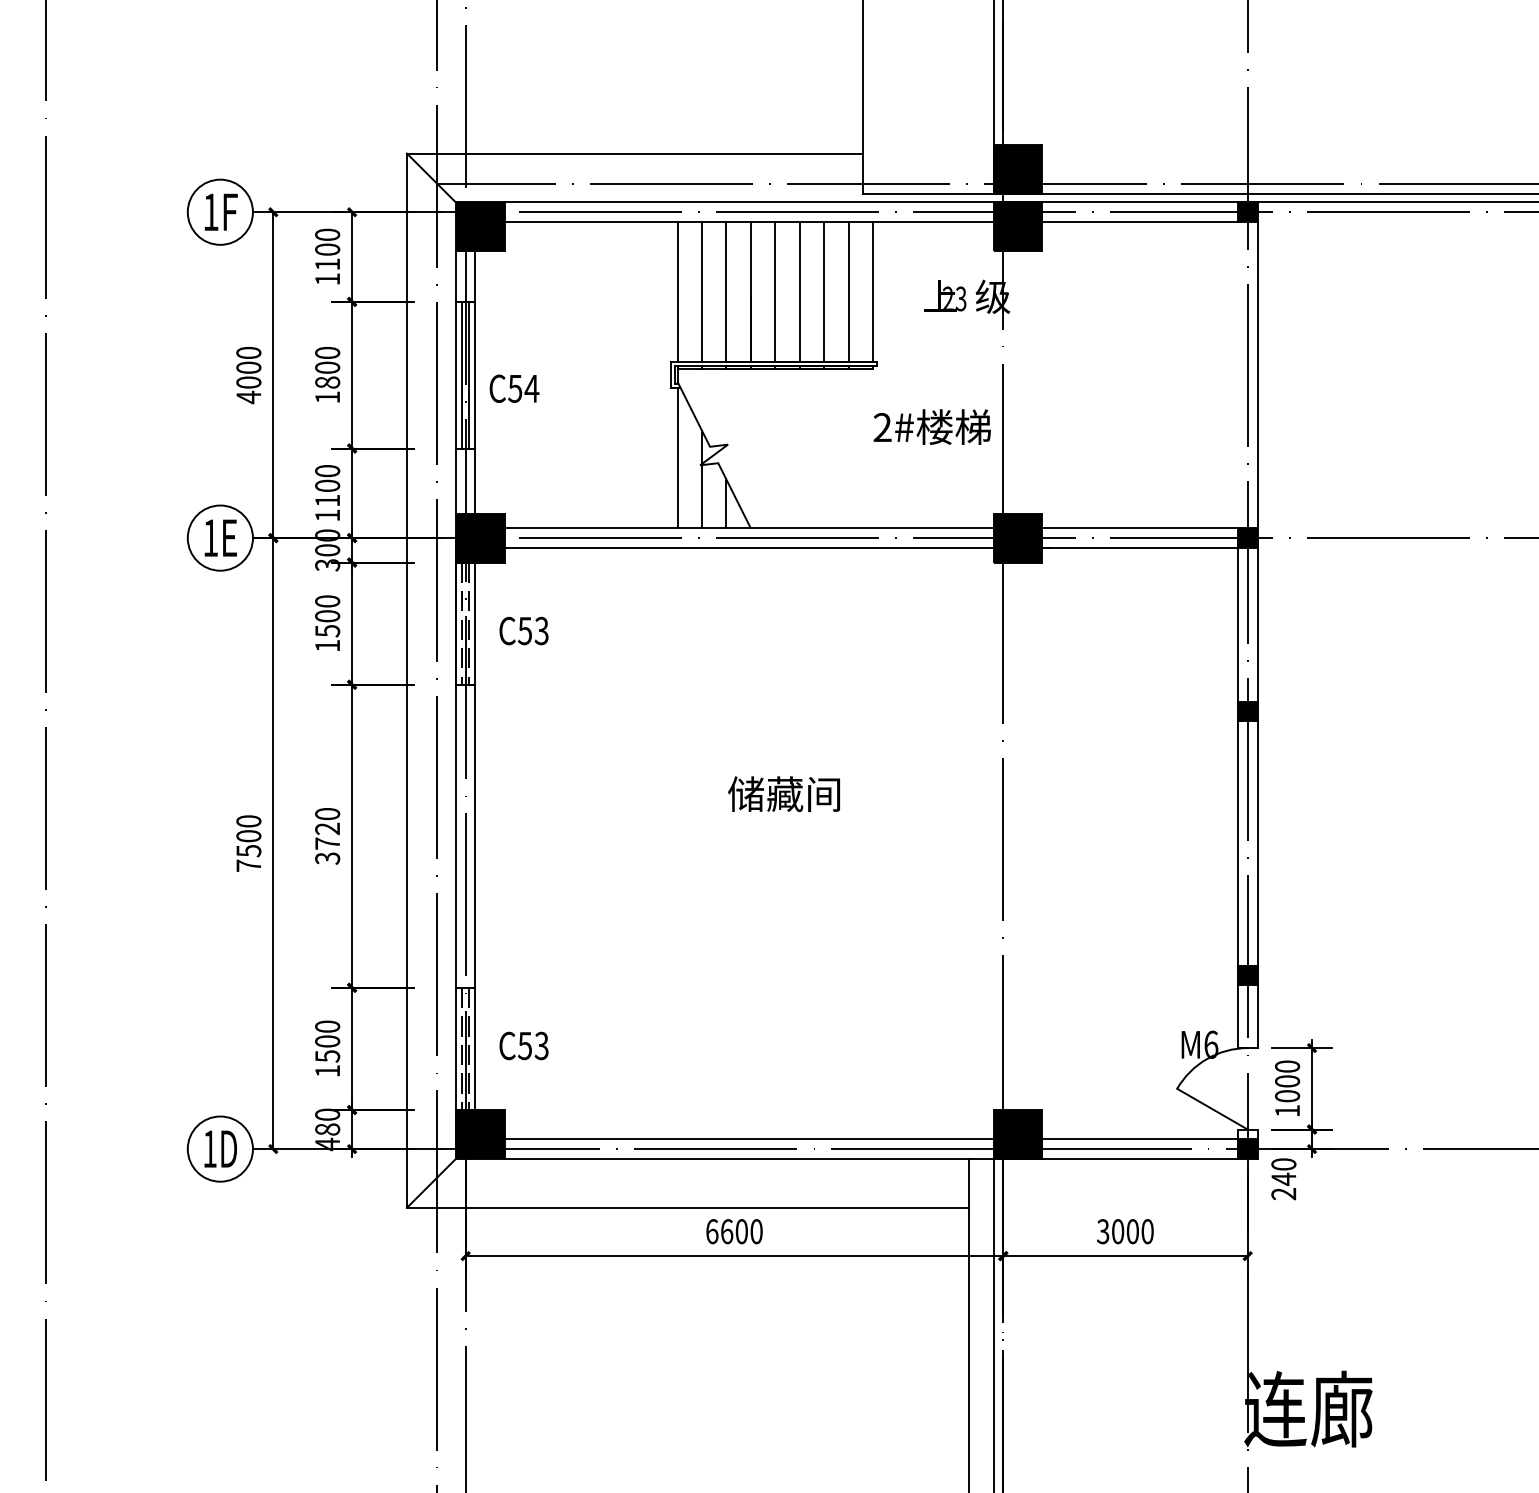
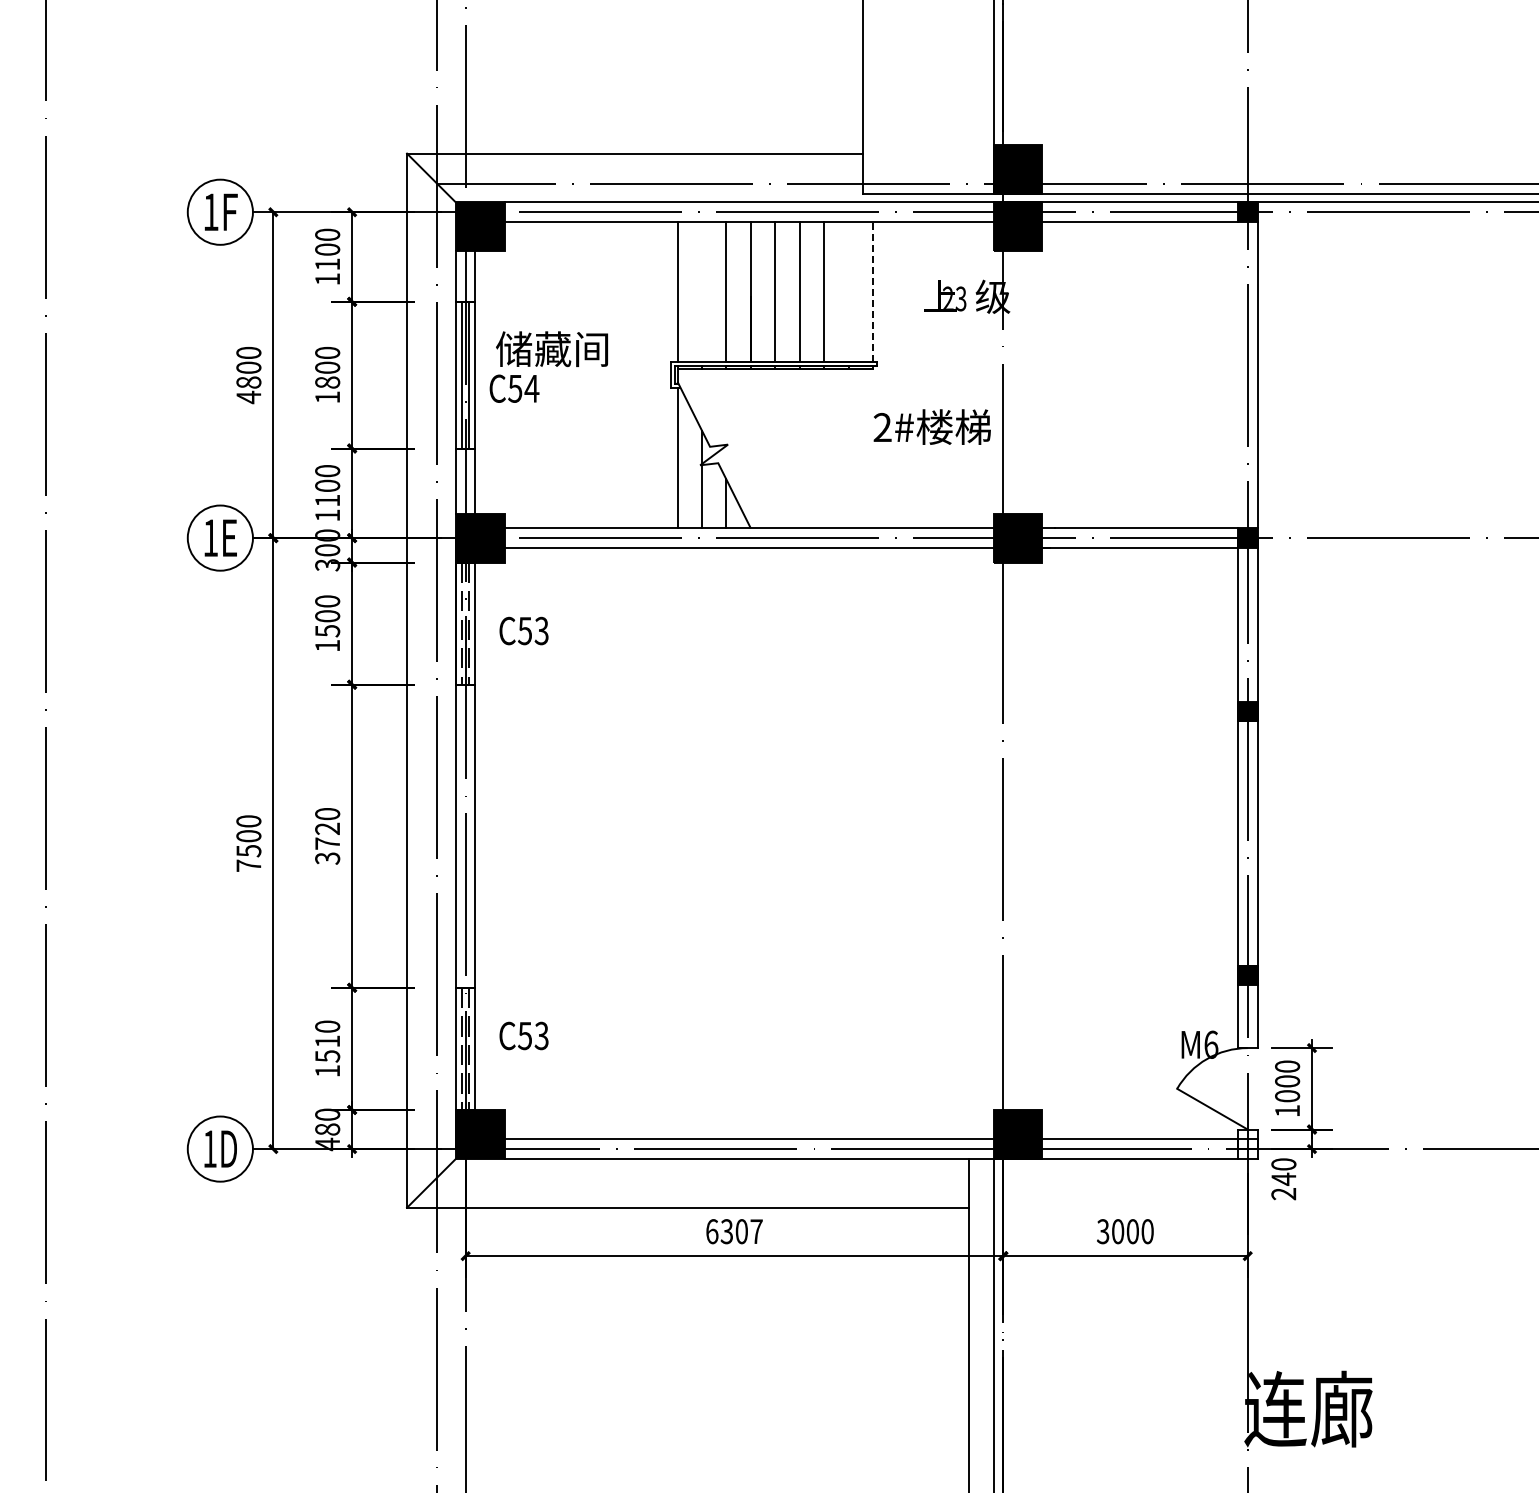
line at (873, 291): solid -> dashed
line at (701, 292): present -> none
line at (848, 292): present -> none
text at (248, 382): 4000 -> 4800
text at (783, 794) position: (783, 794) -> (551, 349)
text at (327, 1041): 1500 -> 1510
text at (523, 1045) position: (523, 1045) -> (523, 1035)
fill at (1247, 1148): present -> none
text at (741, 1231): 6600 -> 6307
